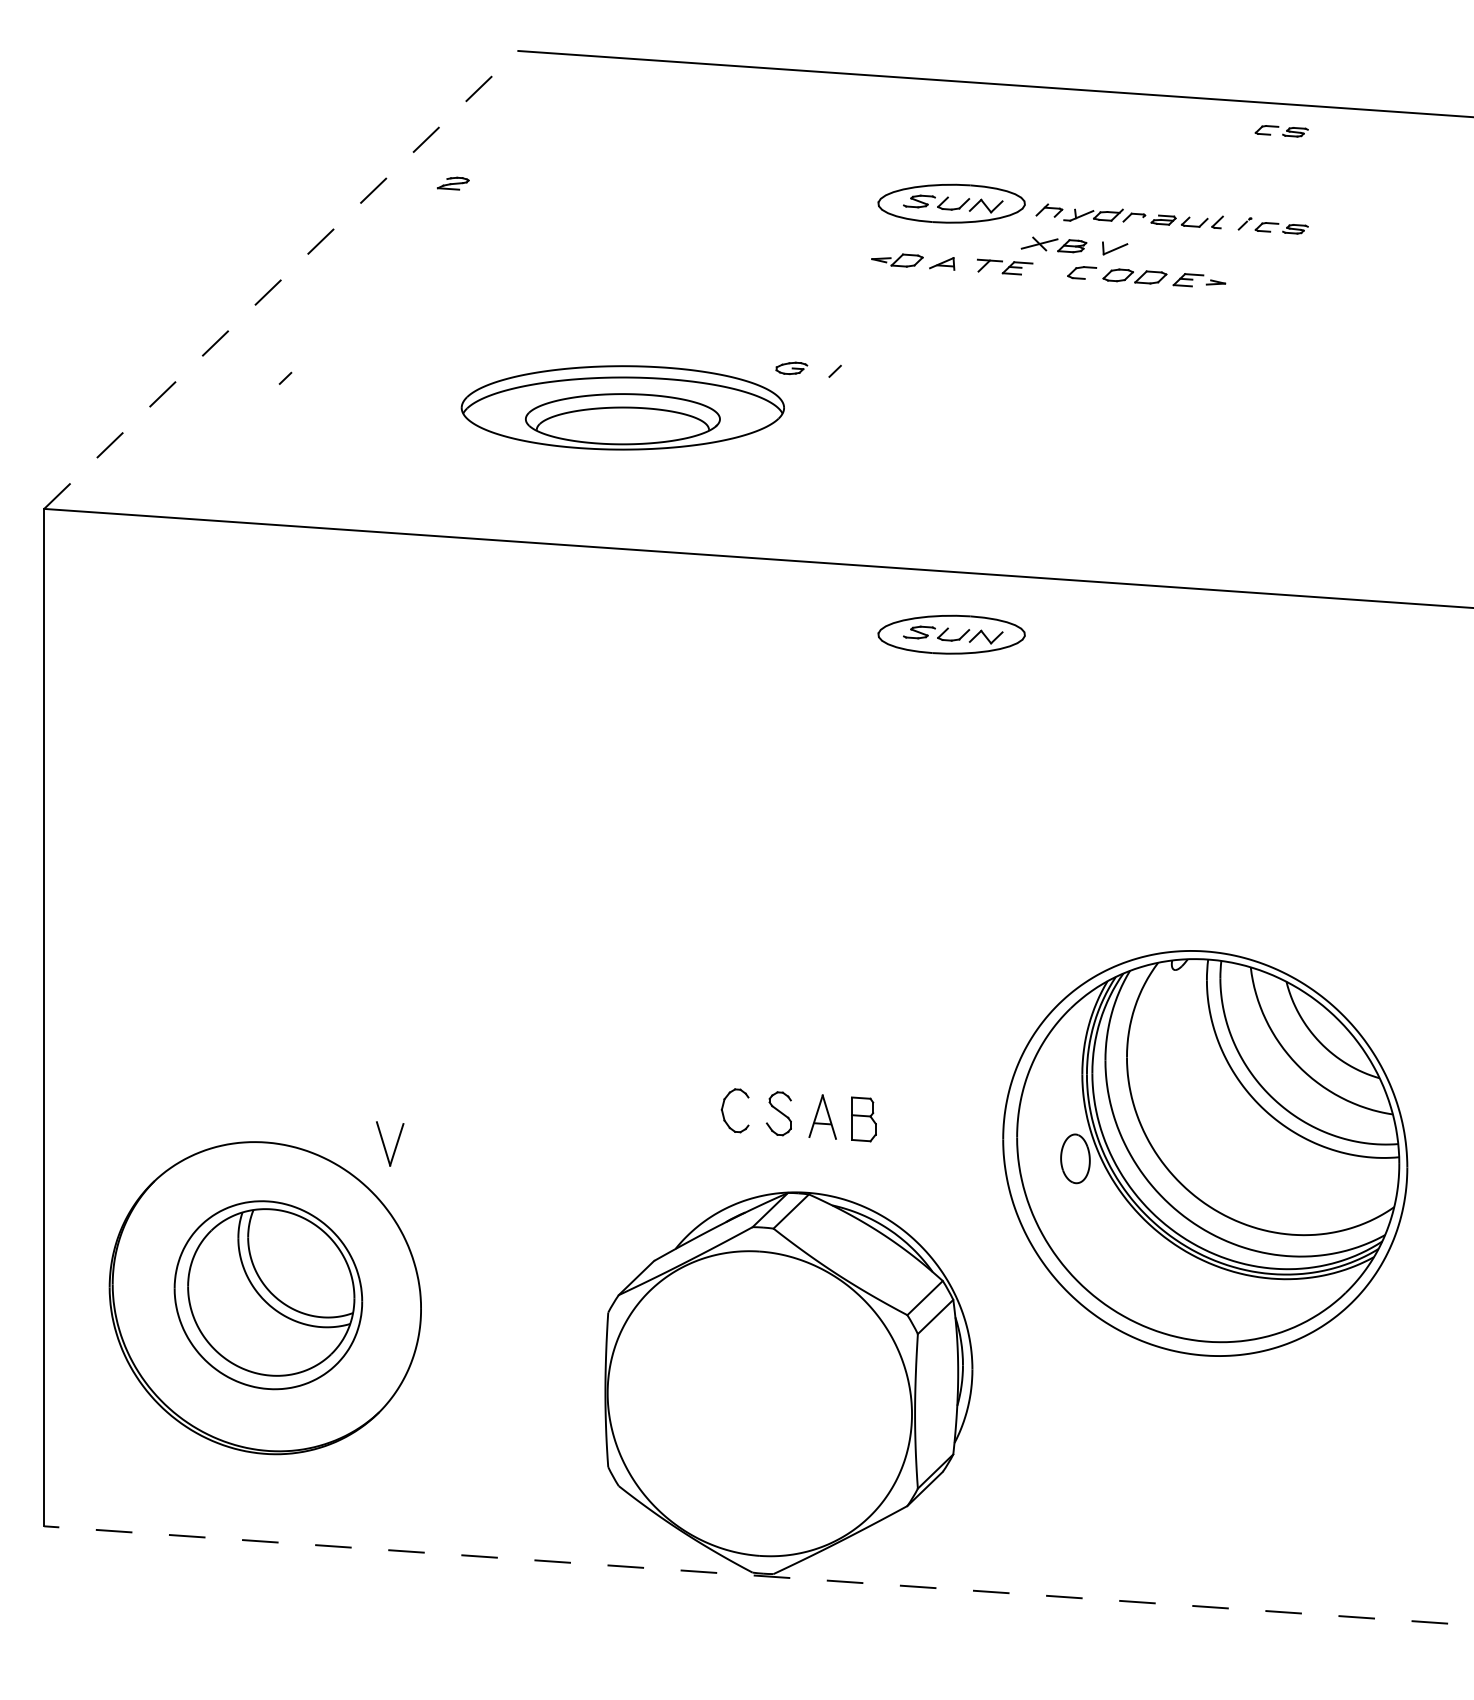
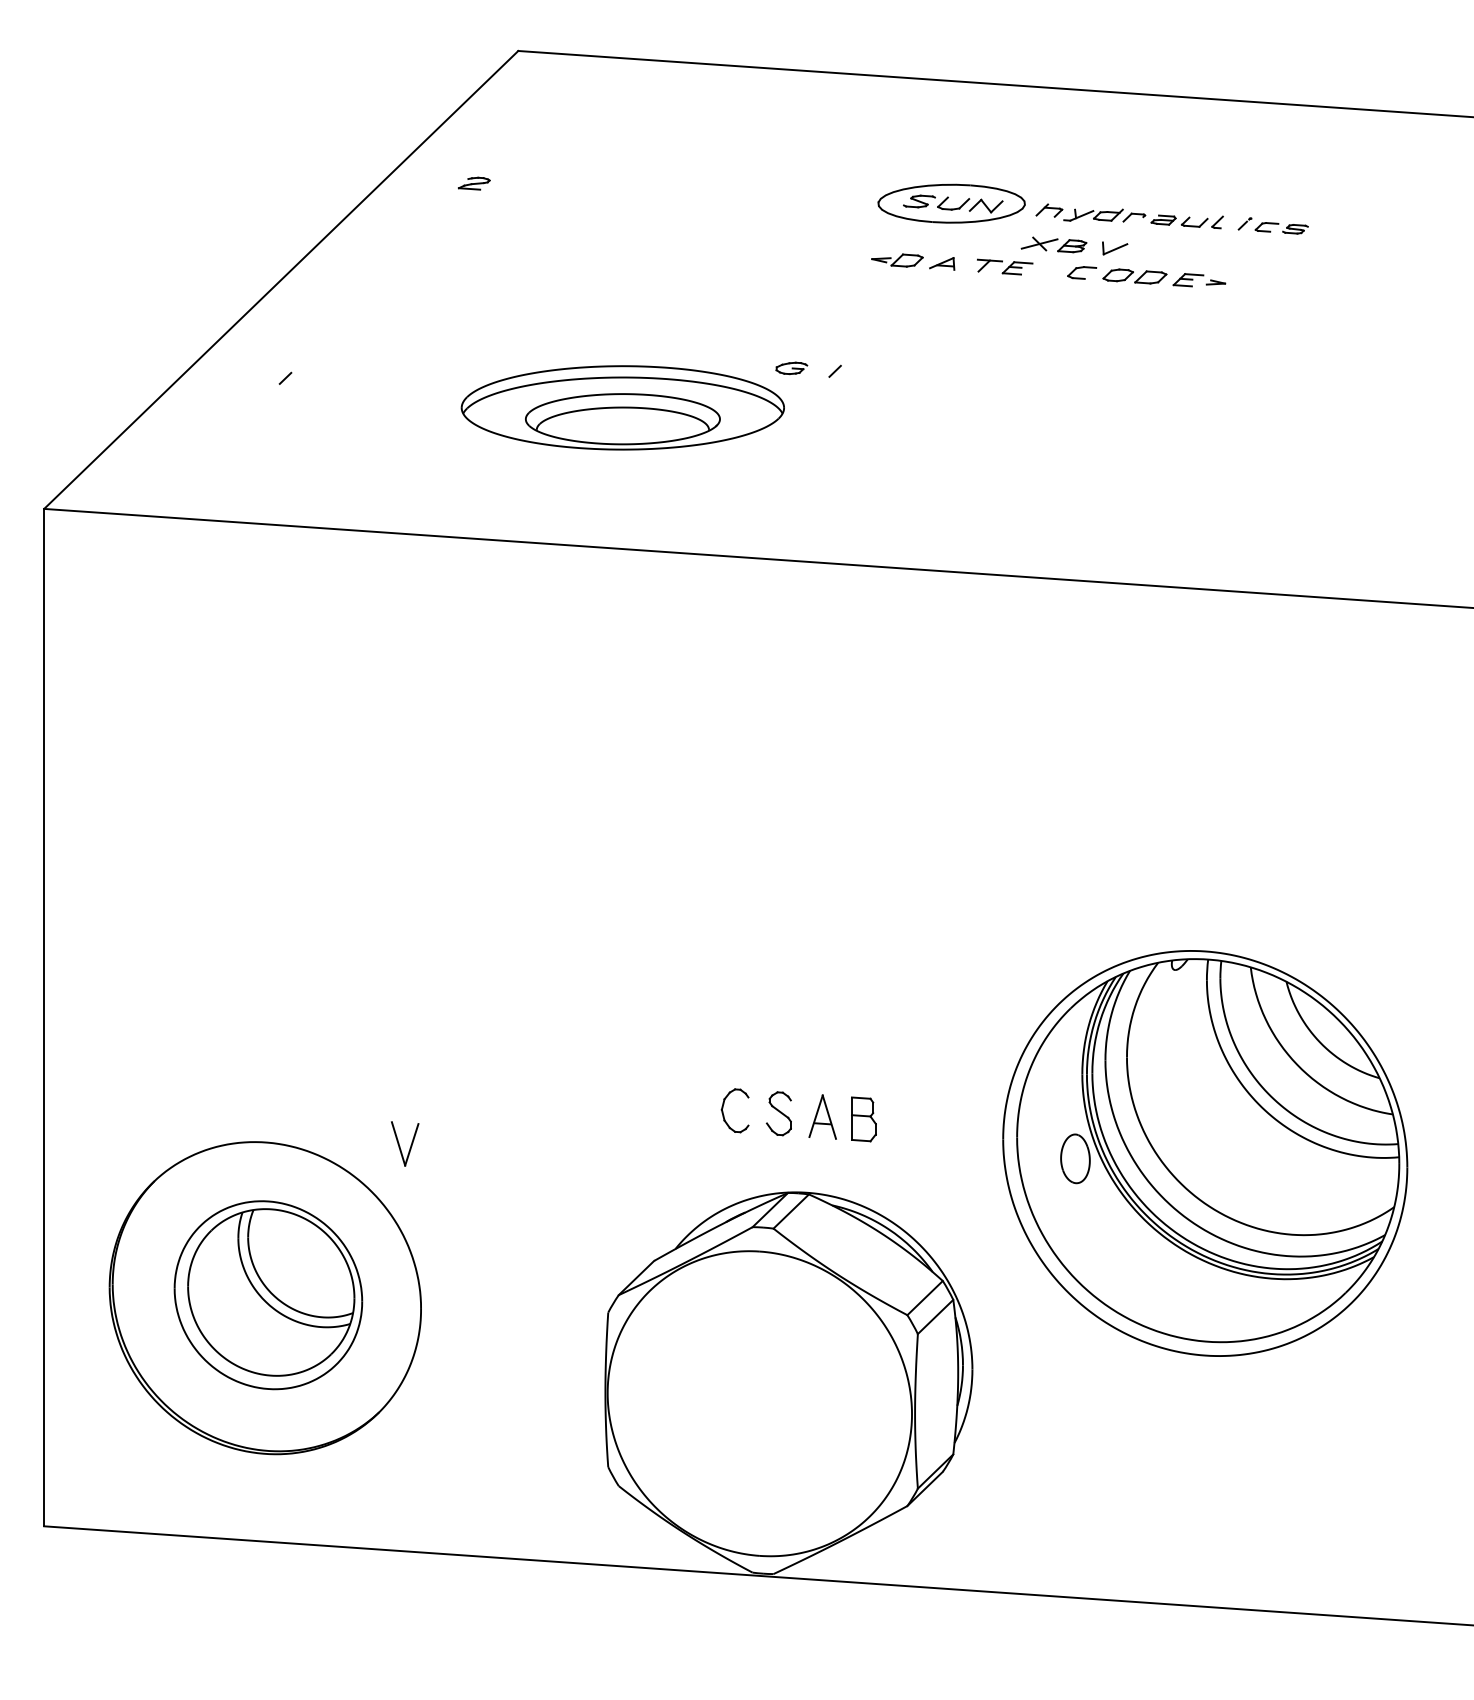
part at (1281, 131): present -> none
part at (453, 183) position: (453, 183) -> (474, 183)
line at (281, 279): dashed -> solid
part at (951, 634): present -> none
part at (390, 1143) position: (390, 1143) -> (405, 1143)
line at (758, 1575): dashed -> solid
